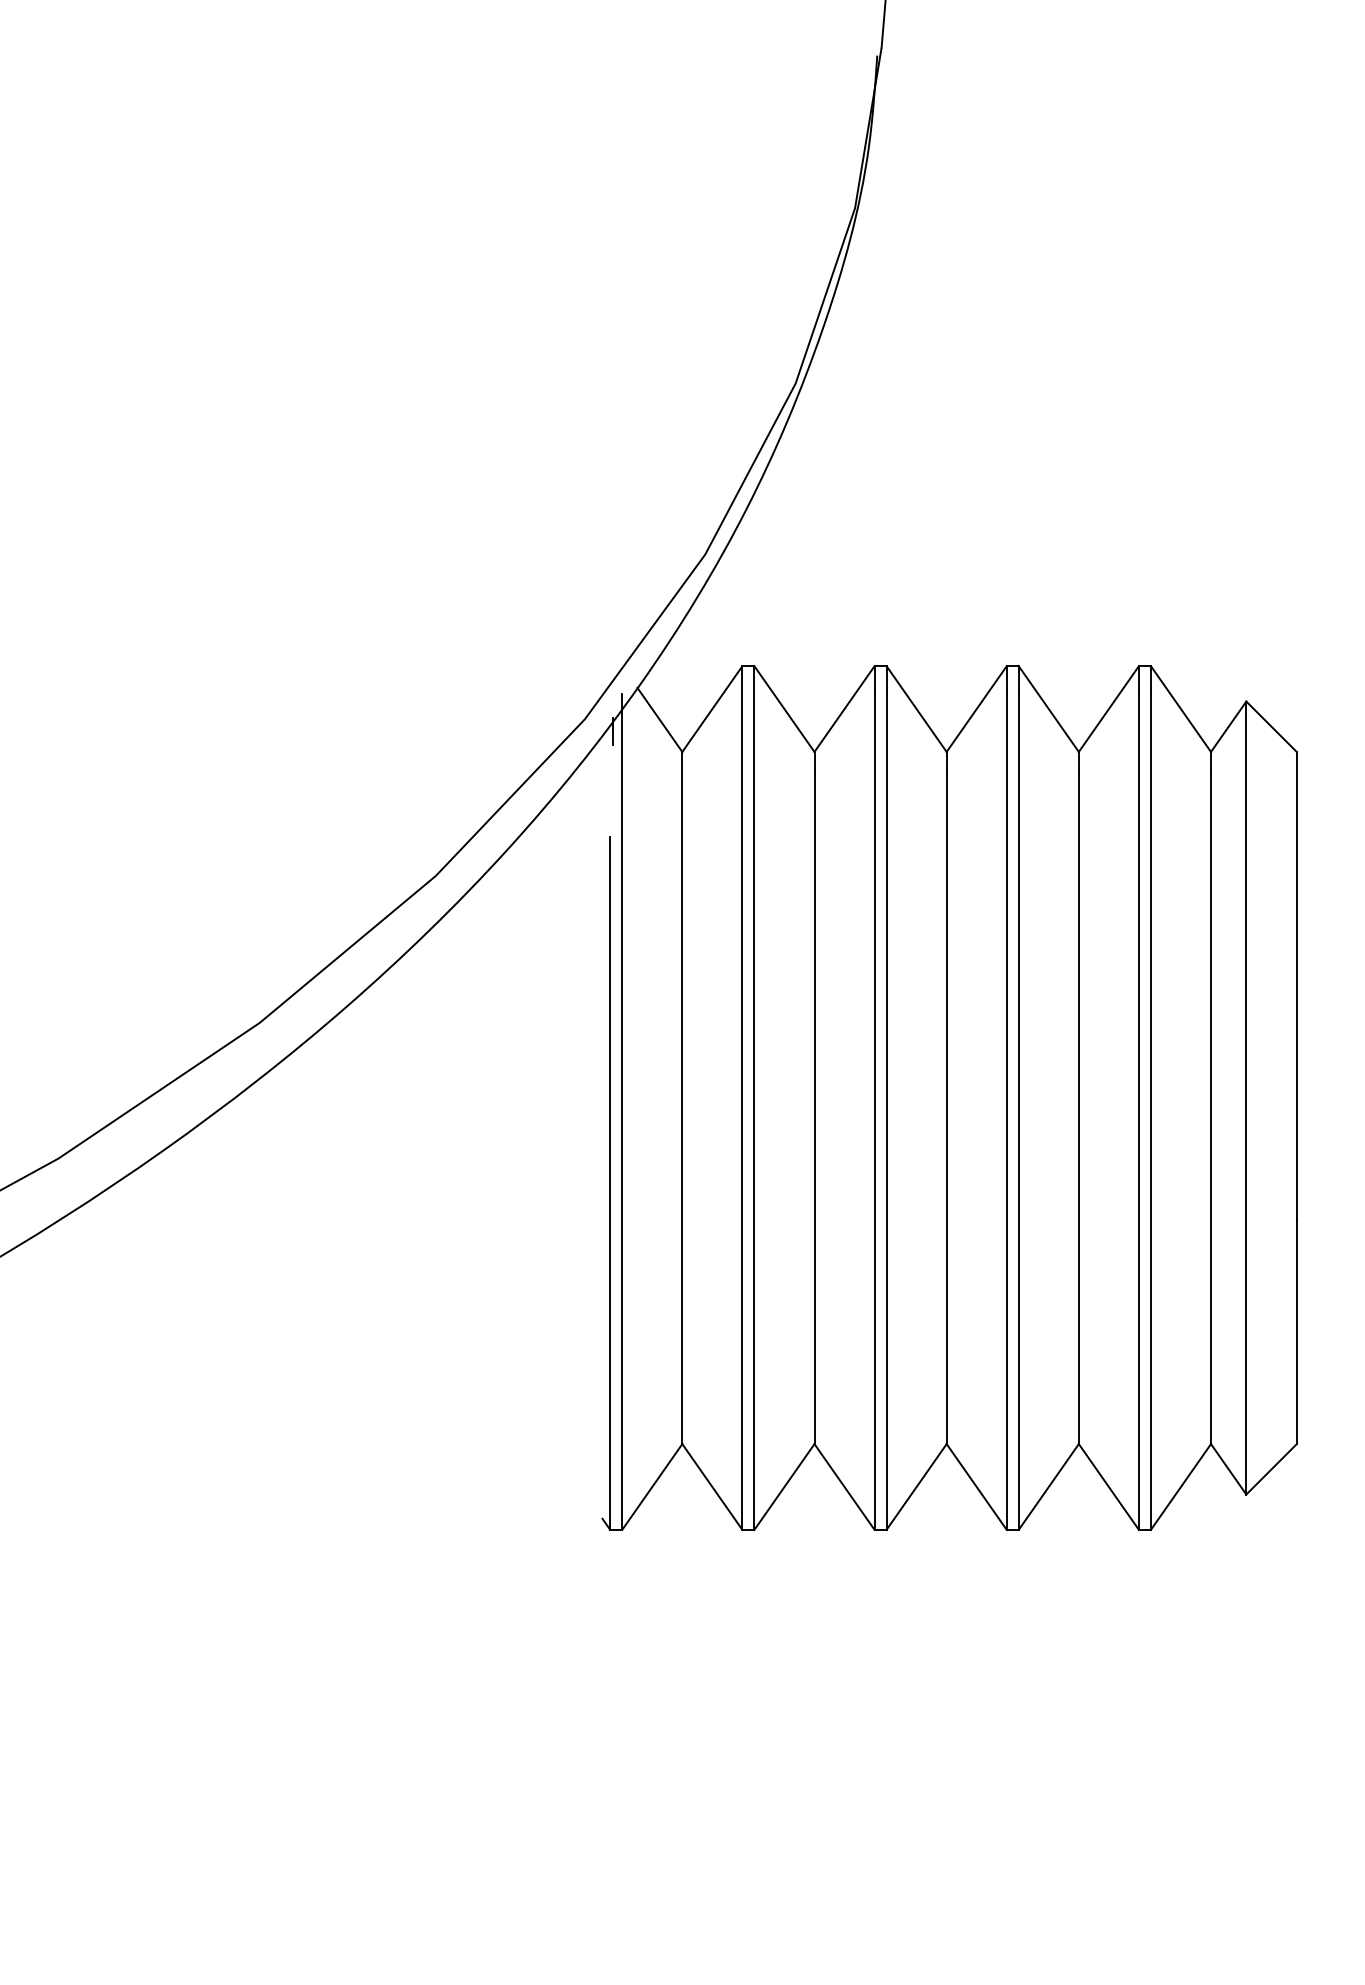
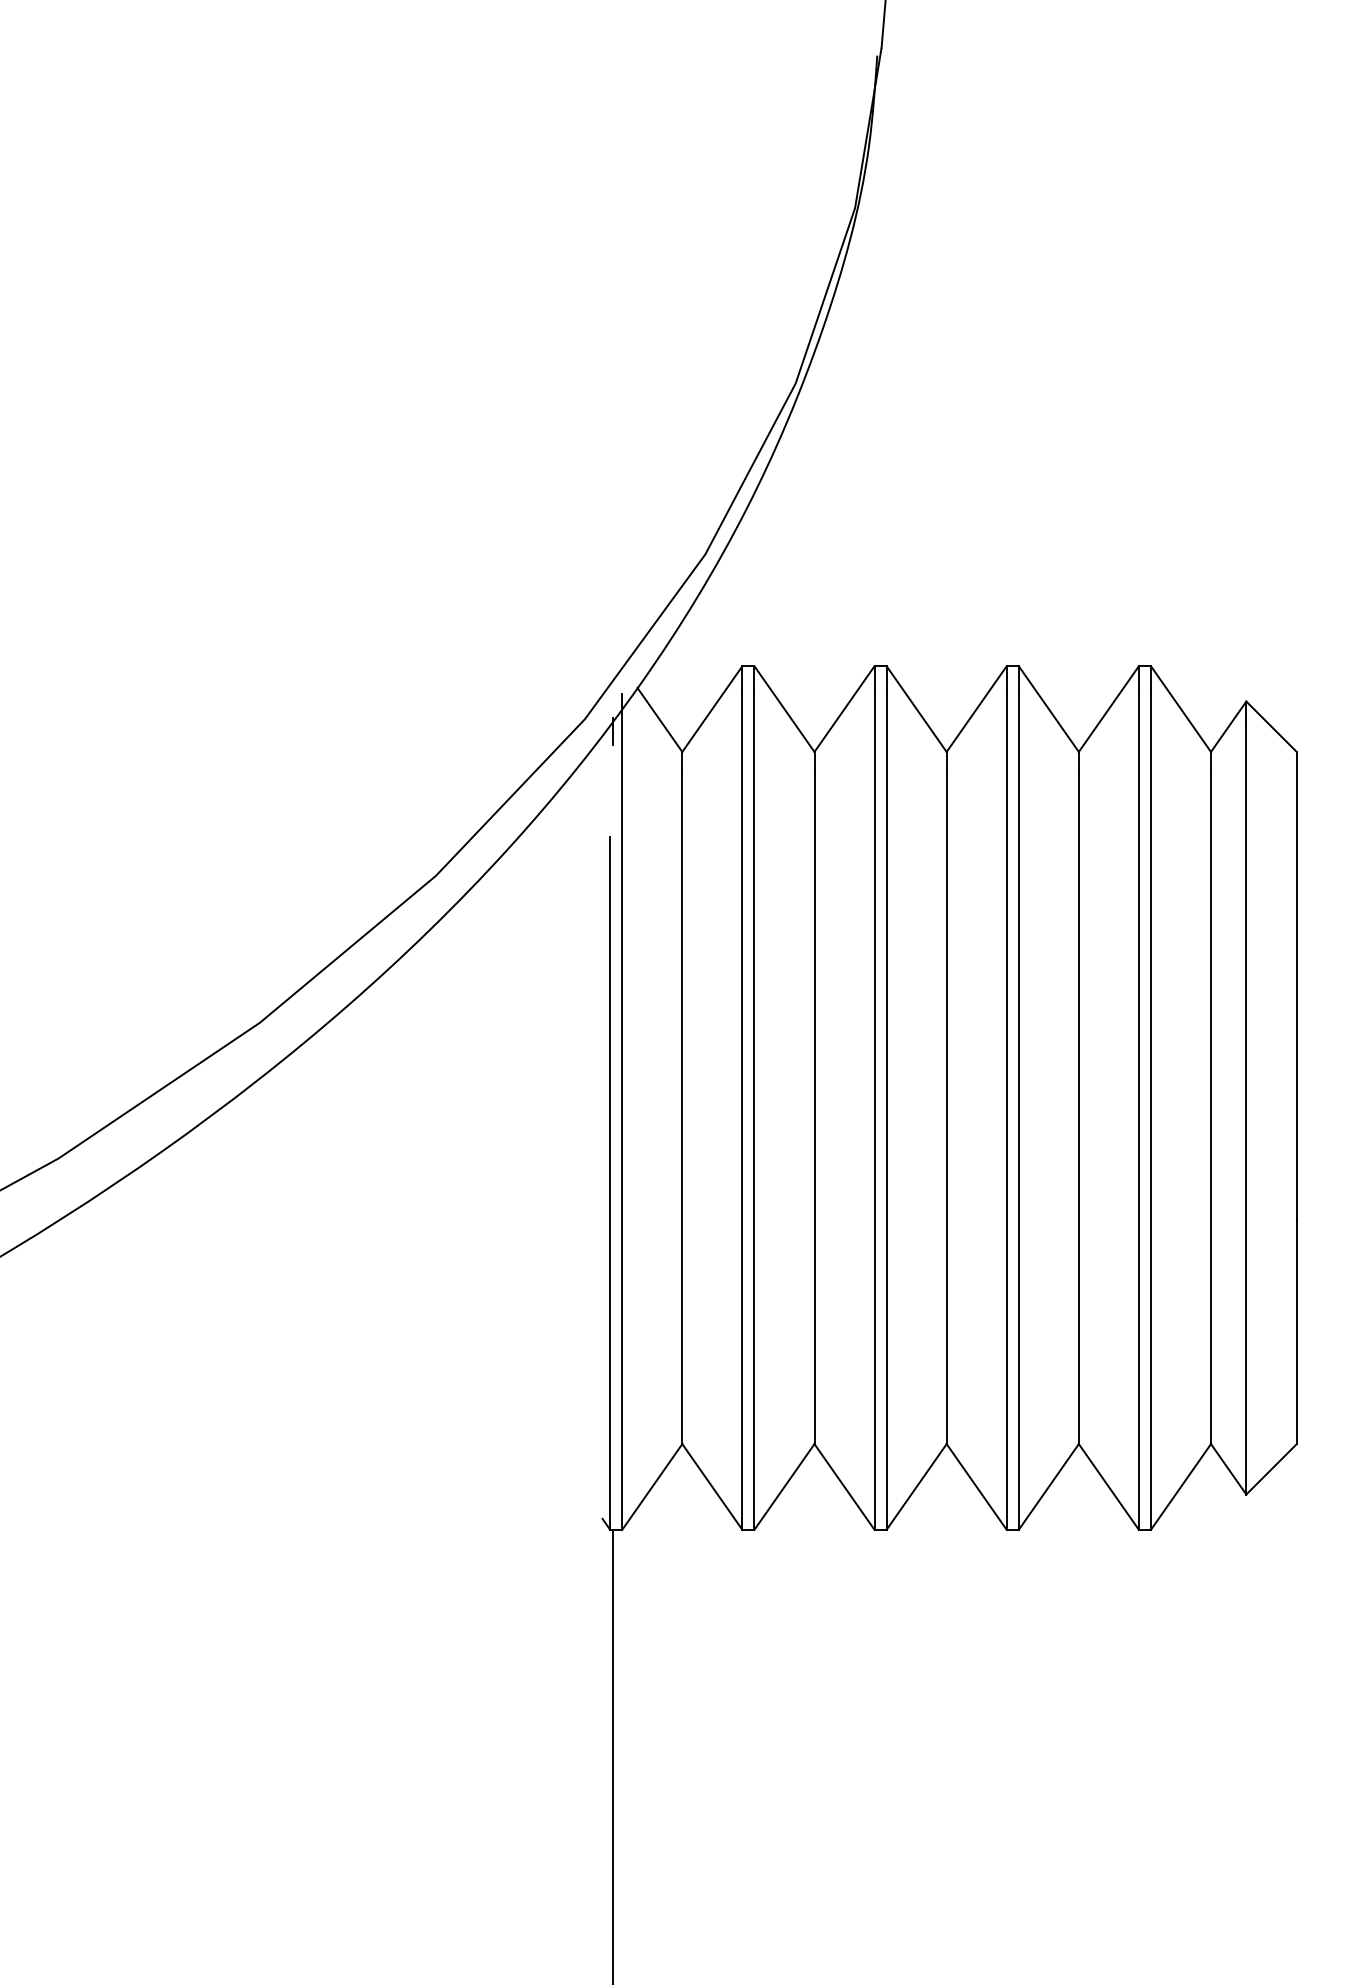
line at (613, 1755): none -> present
